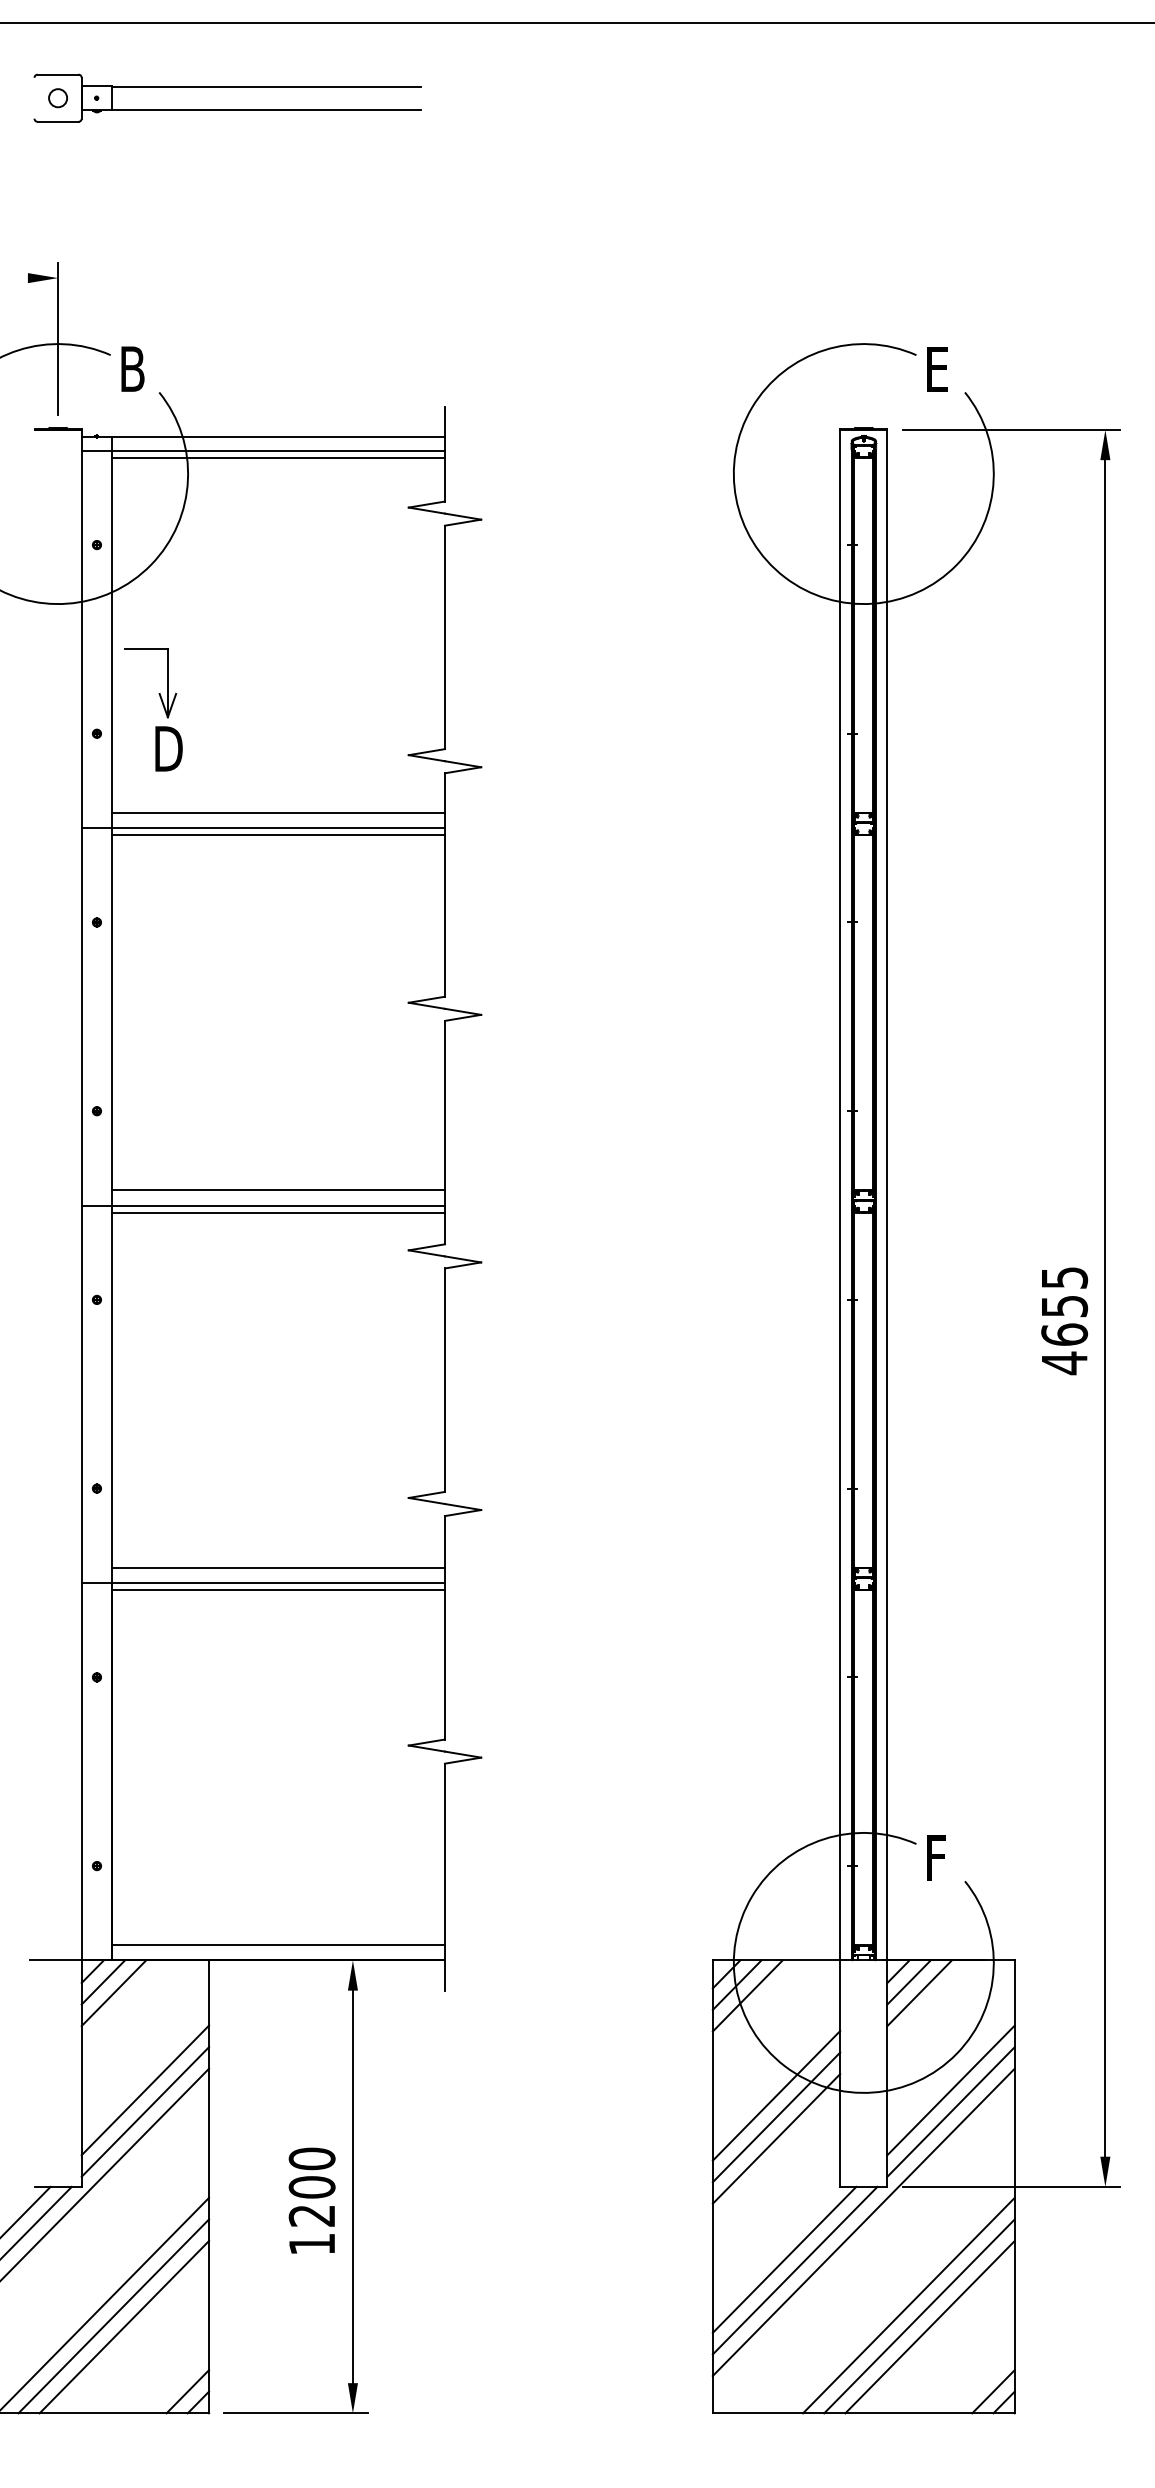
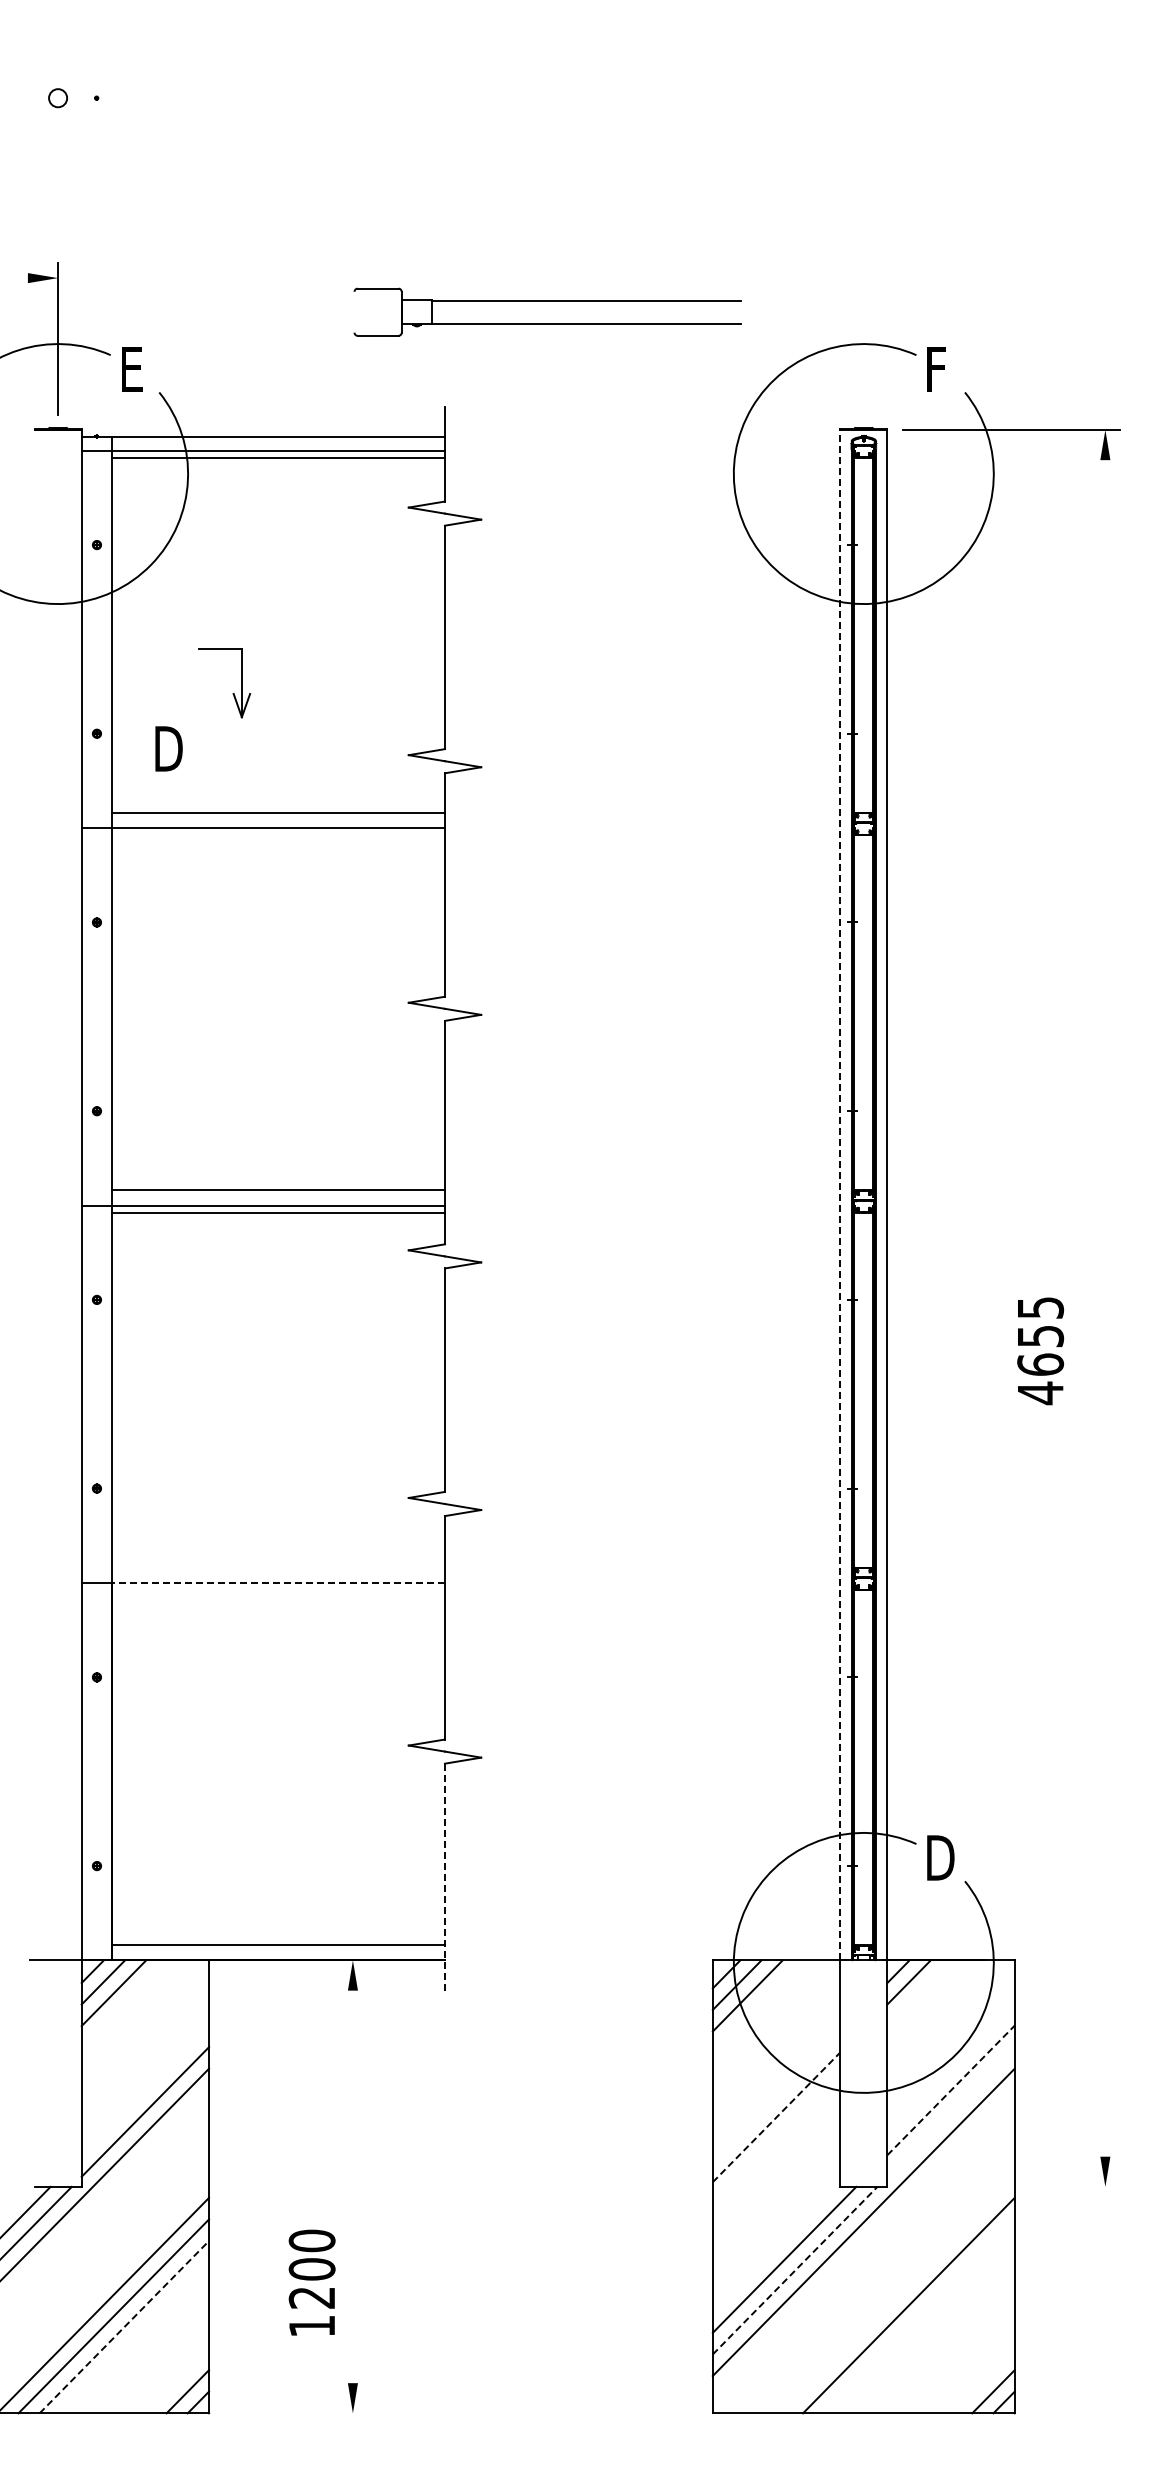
line at (576, 22): present -> none
part at (227, 87) position: (227, 87) -> (547, 301)
text at (132, 368): B -> E
text at (939, 369): E -> F
part at (158, 693) position: (158, 693) -> (232, 693)
line at (277, 835): present -> none
line at (840, 1194): solid -> dashed
line at (1105, 1308): present -> none
text at (1064, 1321) position: (1064, 1321) -> (1040, 1351)
line at (277, 1567): present -> none
line at (278, 1583): solid -> dashed
line at (277, 1590): present -> none
text at (940, 1857): F -> D
line at (444, 1876): solid -> dashed
line at (919, 1993): present -> none
line at (145, 2090): present -> none
line at (951, 2090): solid -> dashed
line at (776, 2095): present -> none
line at (950, 2111): present -> none
line at (776, 2117): solid -> dashed
line at (776, 2138): present -> none
line at (352, 2186): present -> none
line at (1011, 2186): present -> none
text at (311, 2200) position: (311, 2200) -> (311, 2282)
line at (795, 2270): solid -> dashed
line at (919, 2316): present -> none
line at (929, 2326): present -> none
line at (124, 2327): solid -> dashed
line at (296, 2413): present -> none
